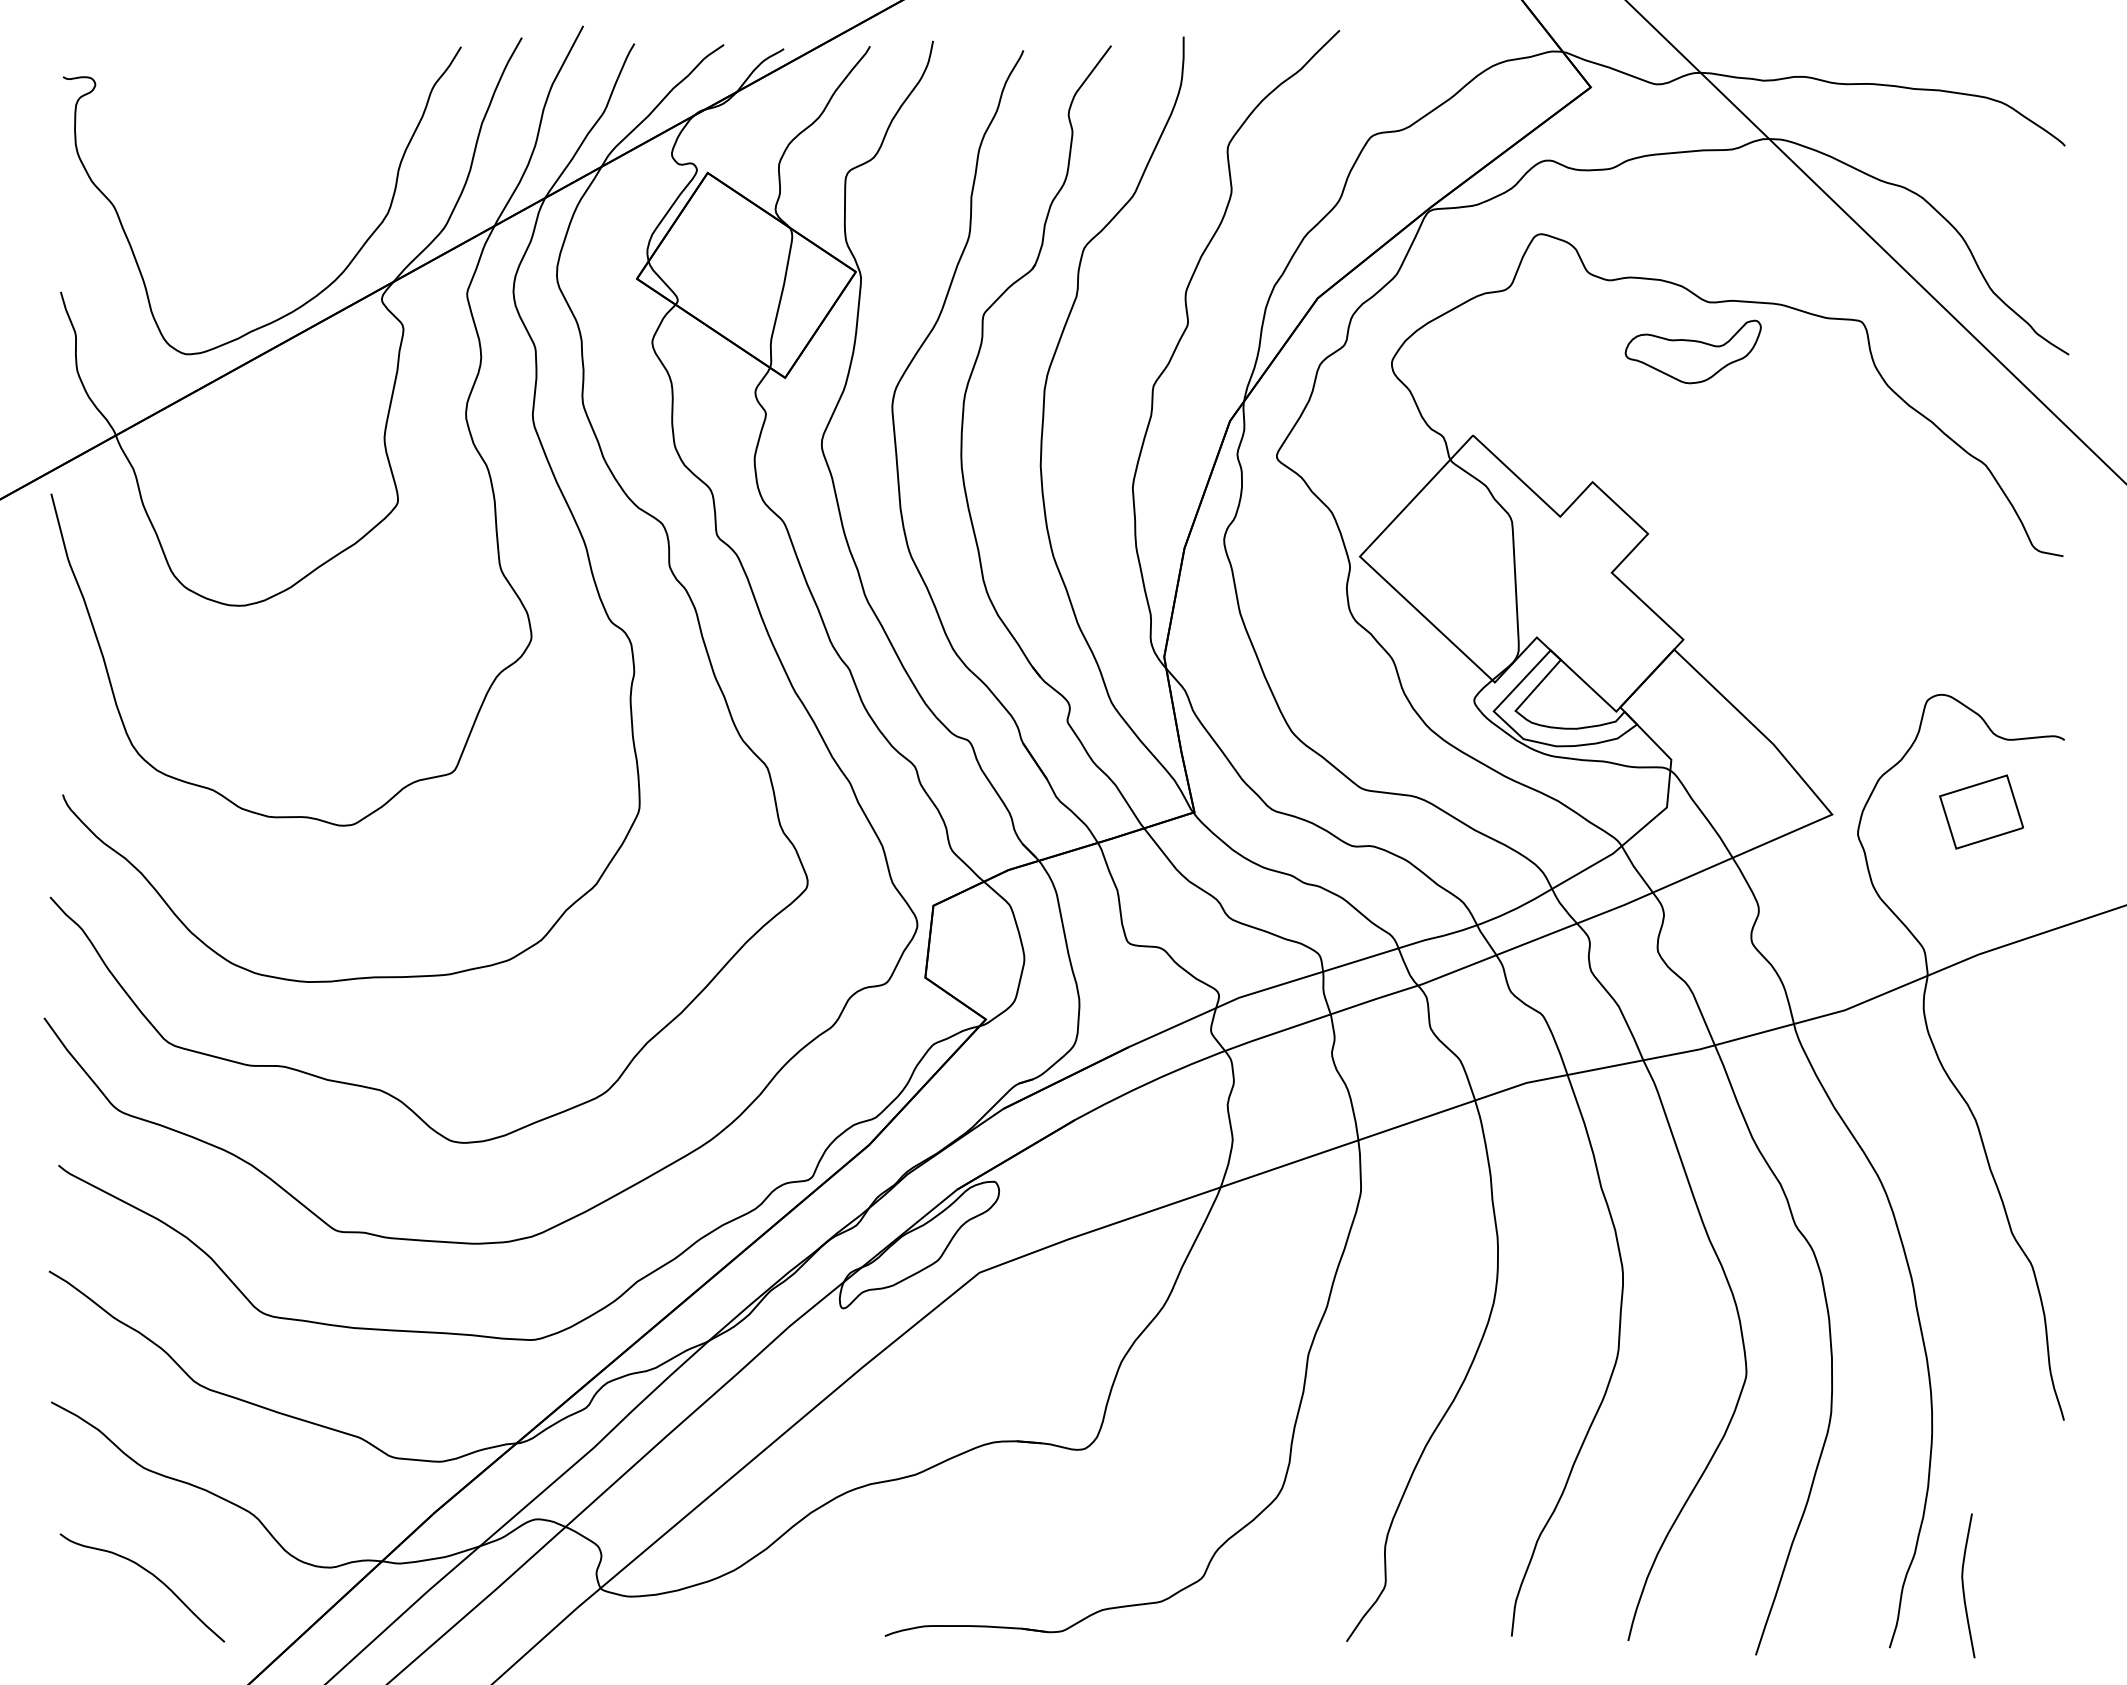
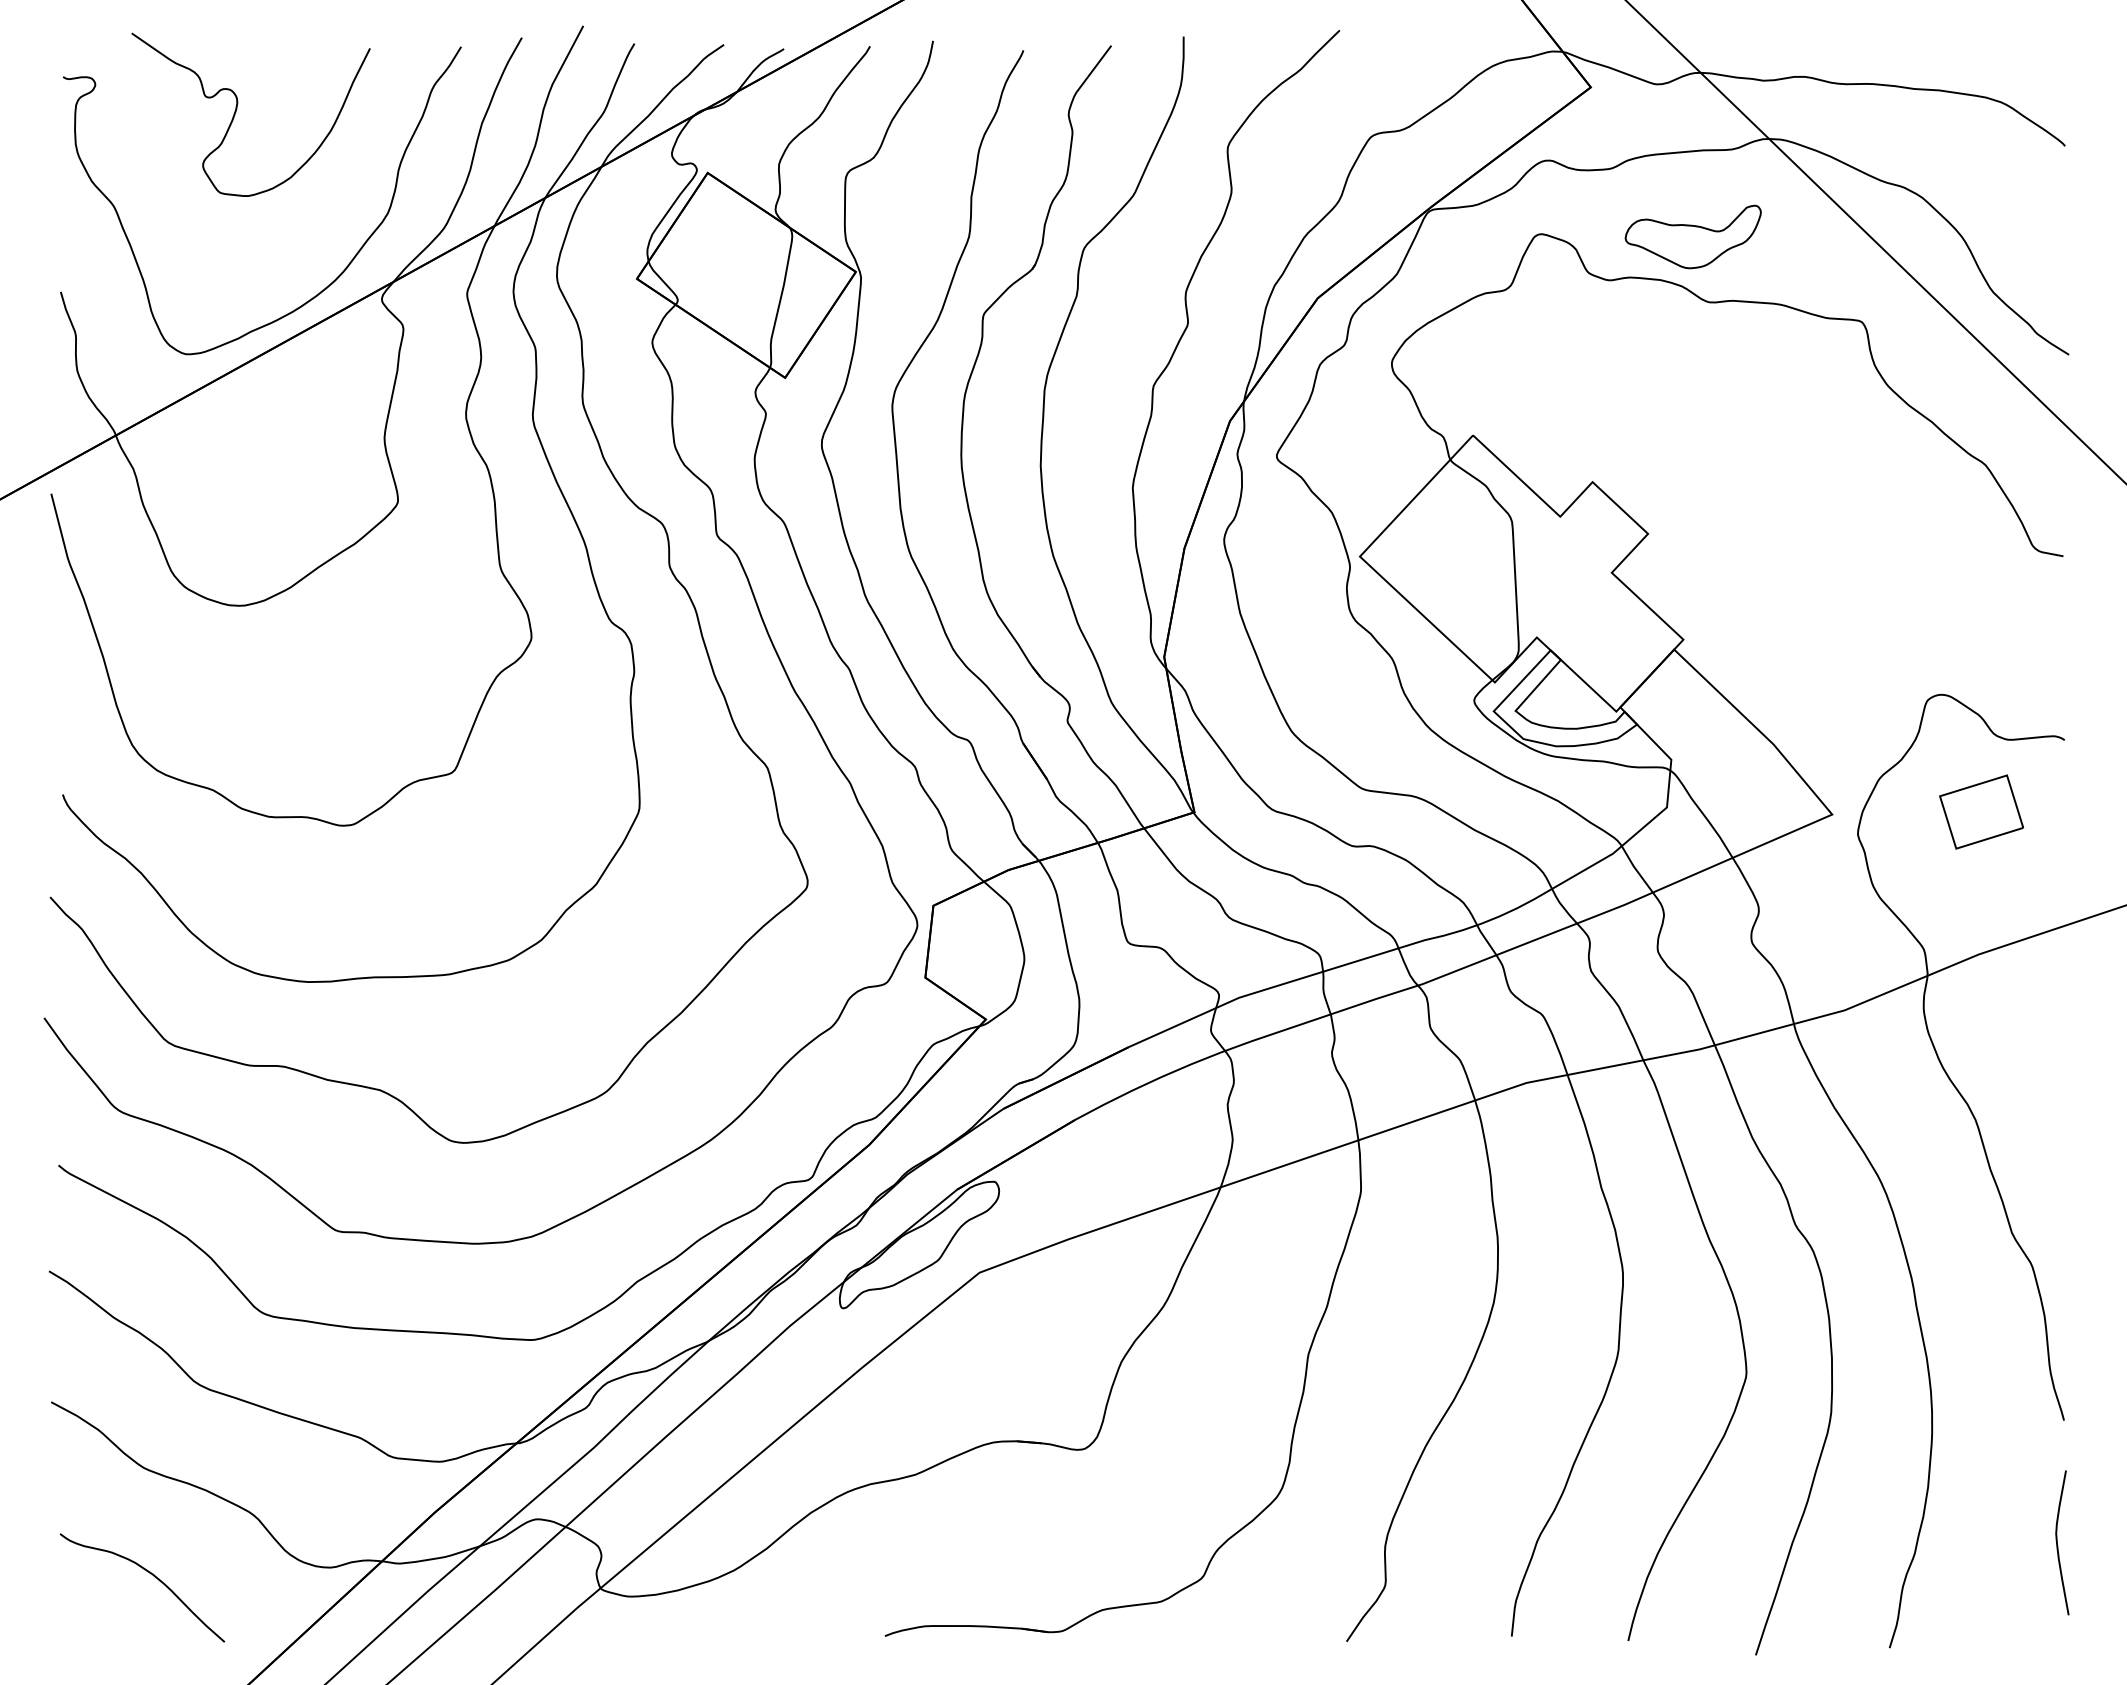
curve at (237, 109): none -> present
part at (1692, 351) position: (1692, 351) -> (1692, 236)
curve at (1963, 1585) position: (1963, 1585) -> (2057, 1542)
